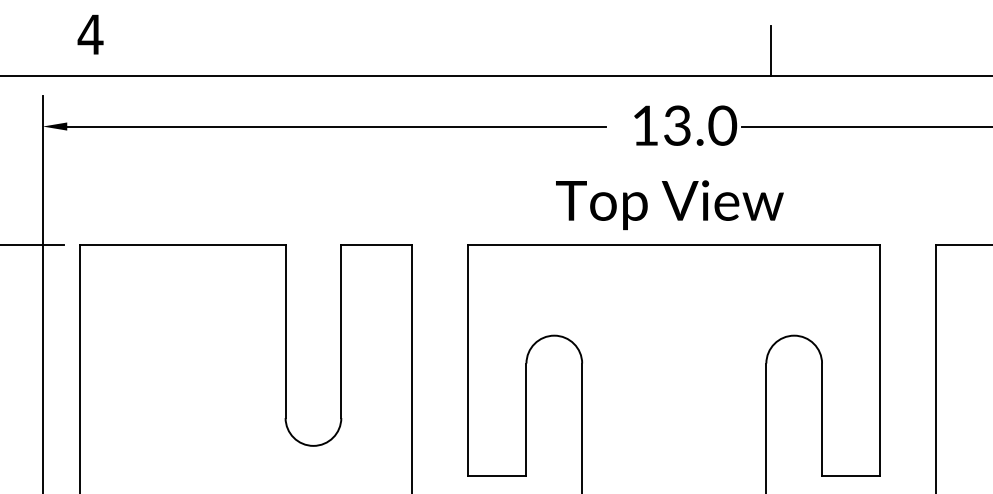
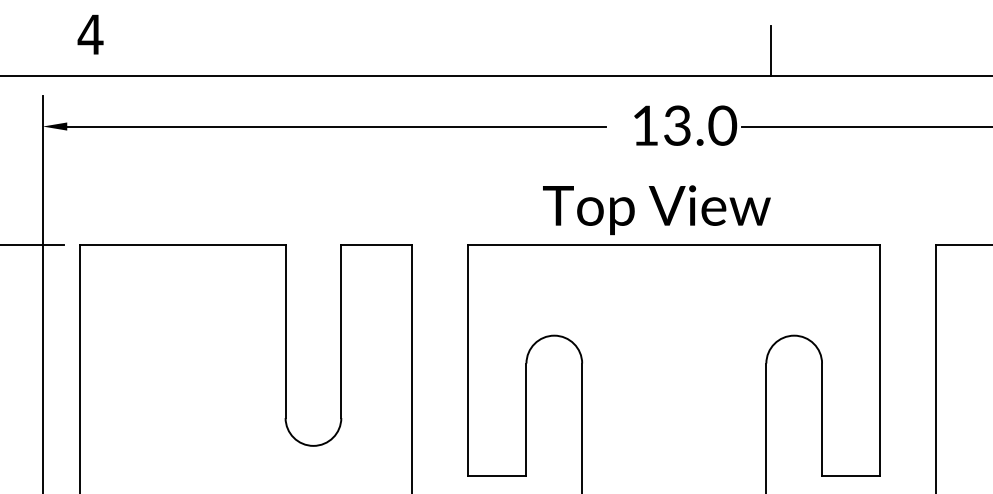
text at (669, 205) position: (669, 205) -> (656, 210)
